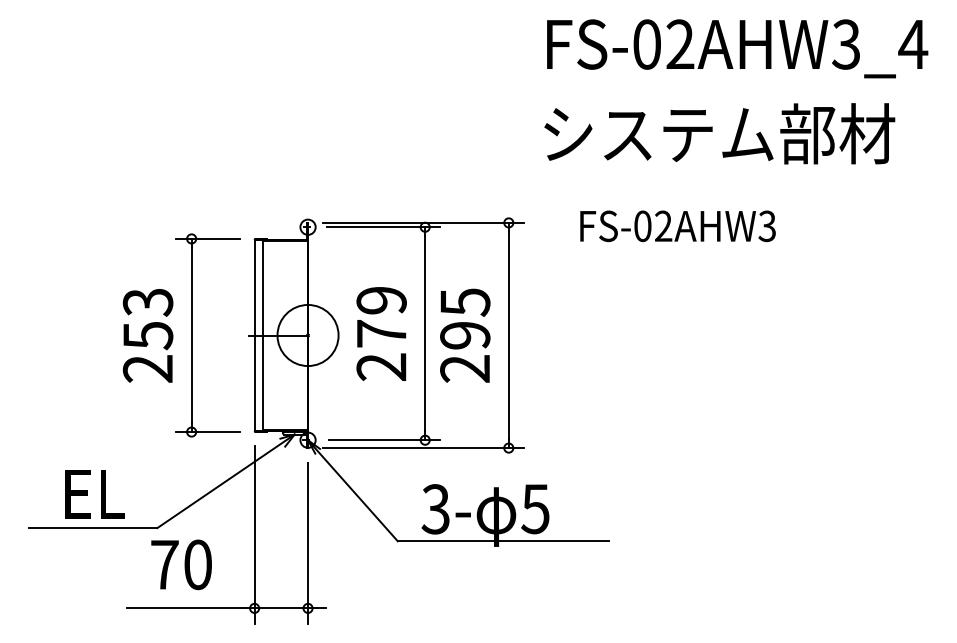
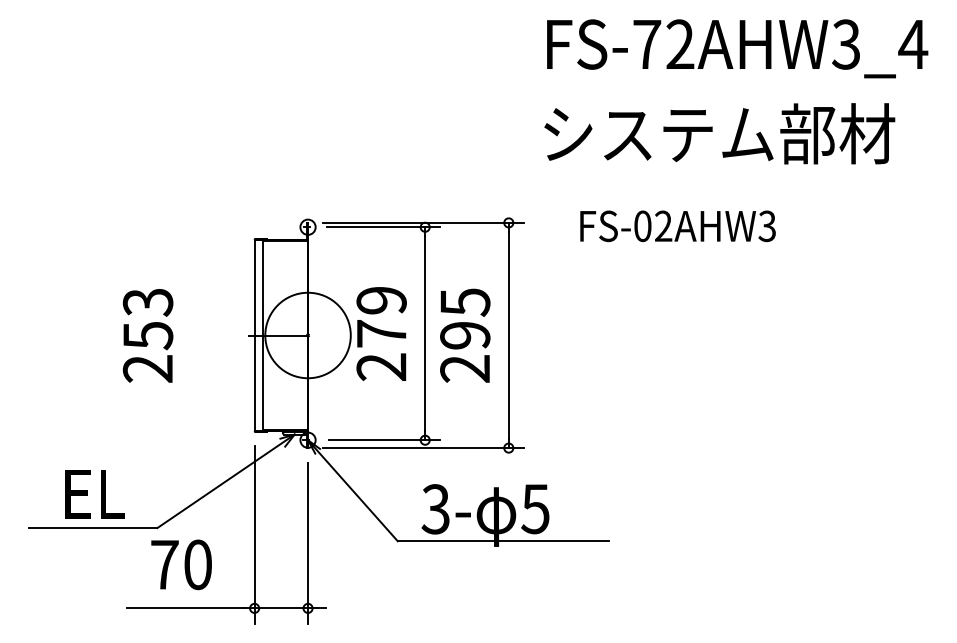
text at (647, 44): FS-02AHW3_4 -> FS-72AHW3_4
part at (192, 335): present -> none
circle at (307, 335) diameter: 61 px -> 85 px
